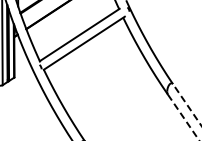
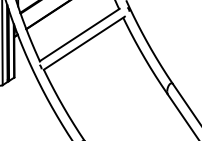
line at (187, 104): dashed -> solid
line at (183, 117): dashed -> solid
